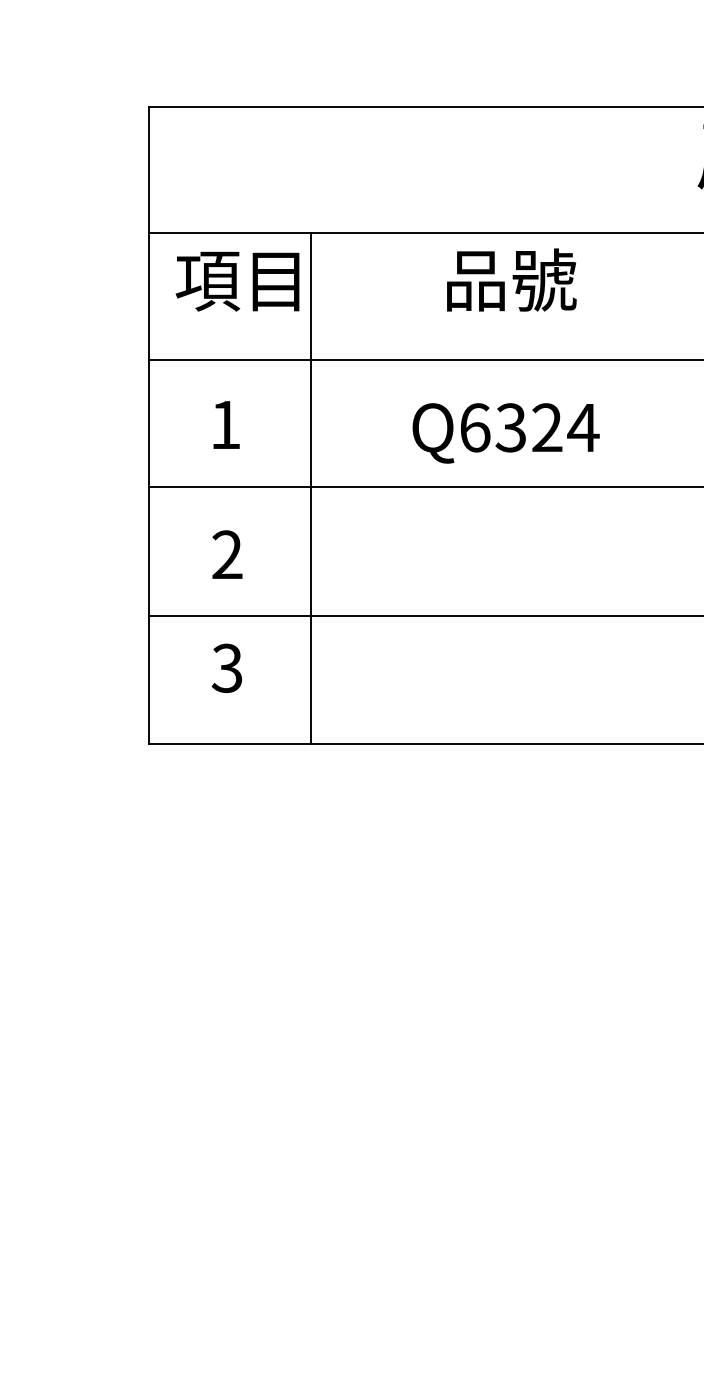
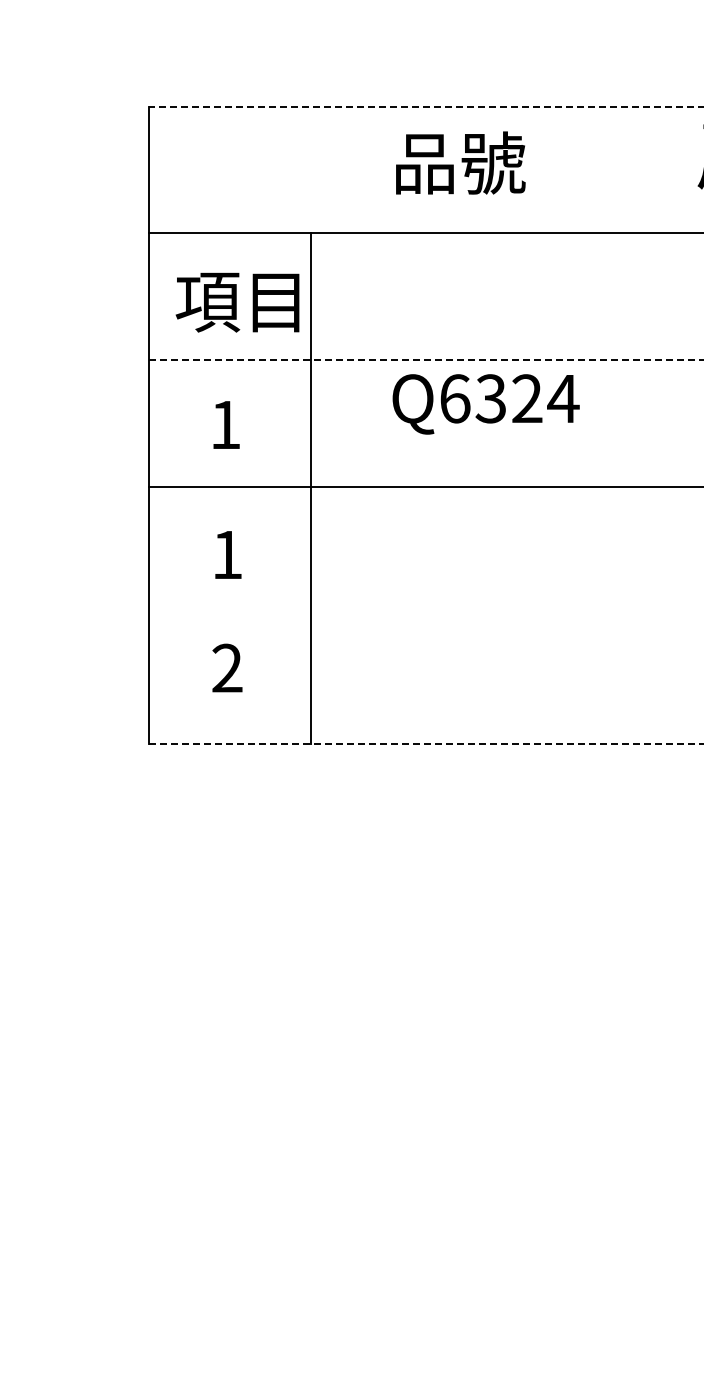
line at (426, 107): solid -> dashed
text at (511, 279) position: (511, 279) -> (460, 162)
text at (237, 281) position: (237, 281) -> (237, 302)
line at (427, 360): solid -> dashed
text at (505, 433) position: (505, 433) -> (485, 404)
text at (227, 554): 2 -> 1
line at (424, 615): present -> none
text at (226, 668): 3 -> 2
line at (427, 744): solid -> dashed
